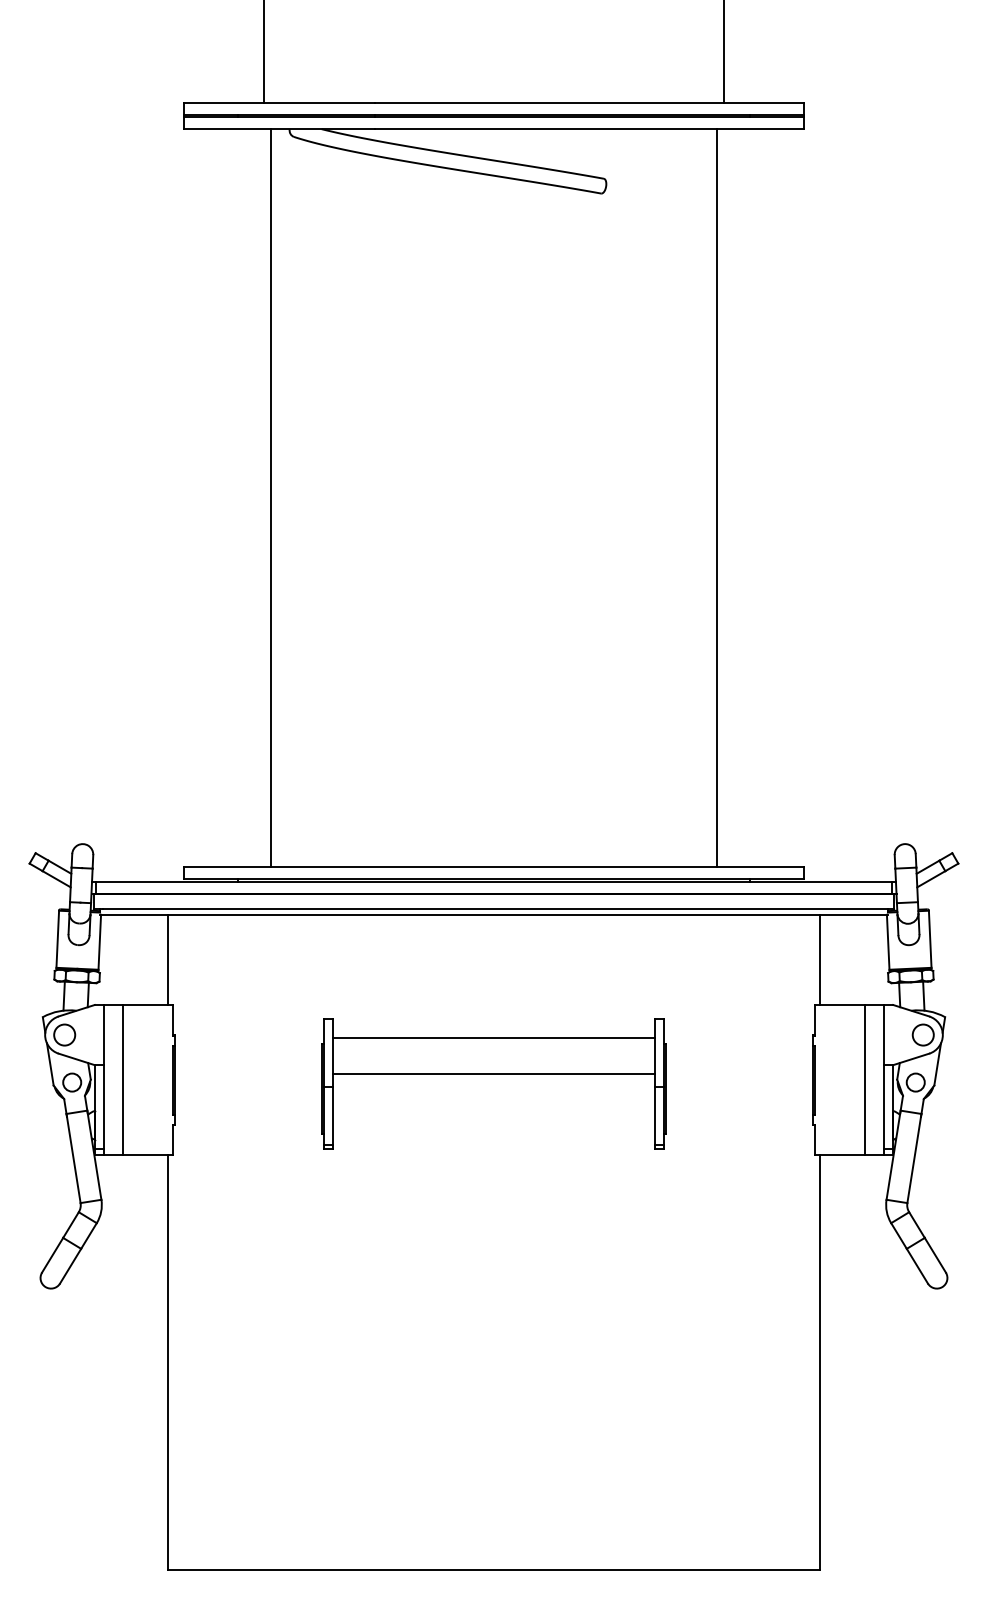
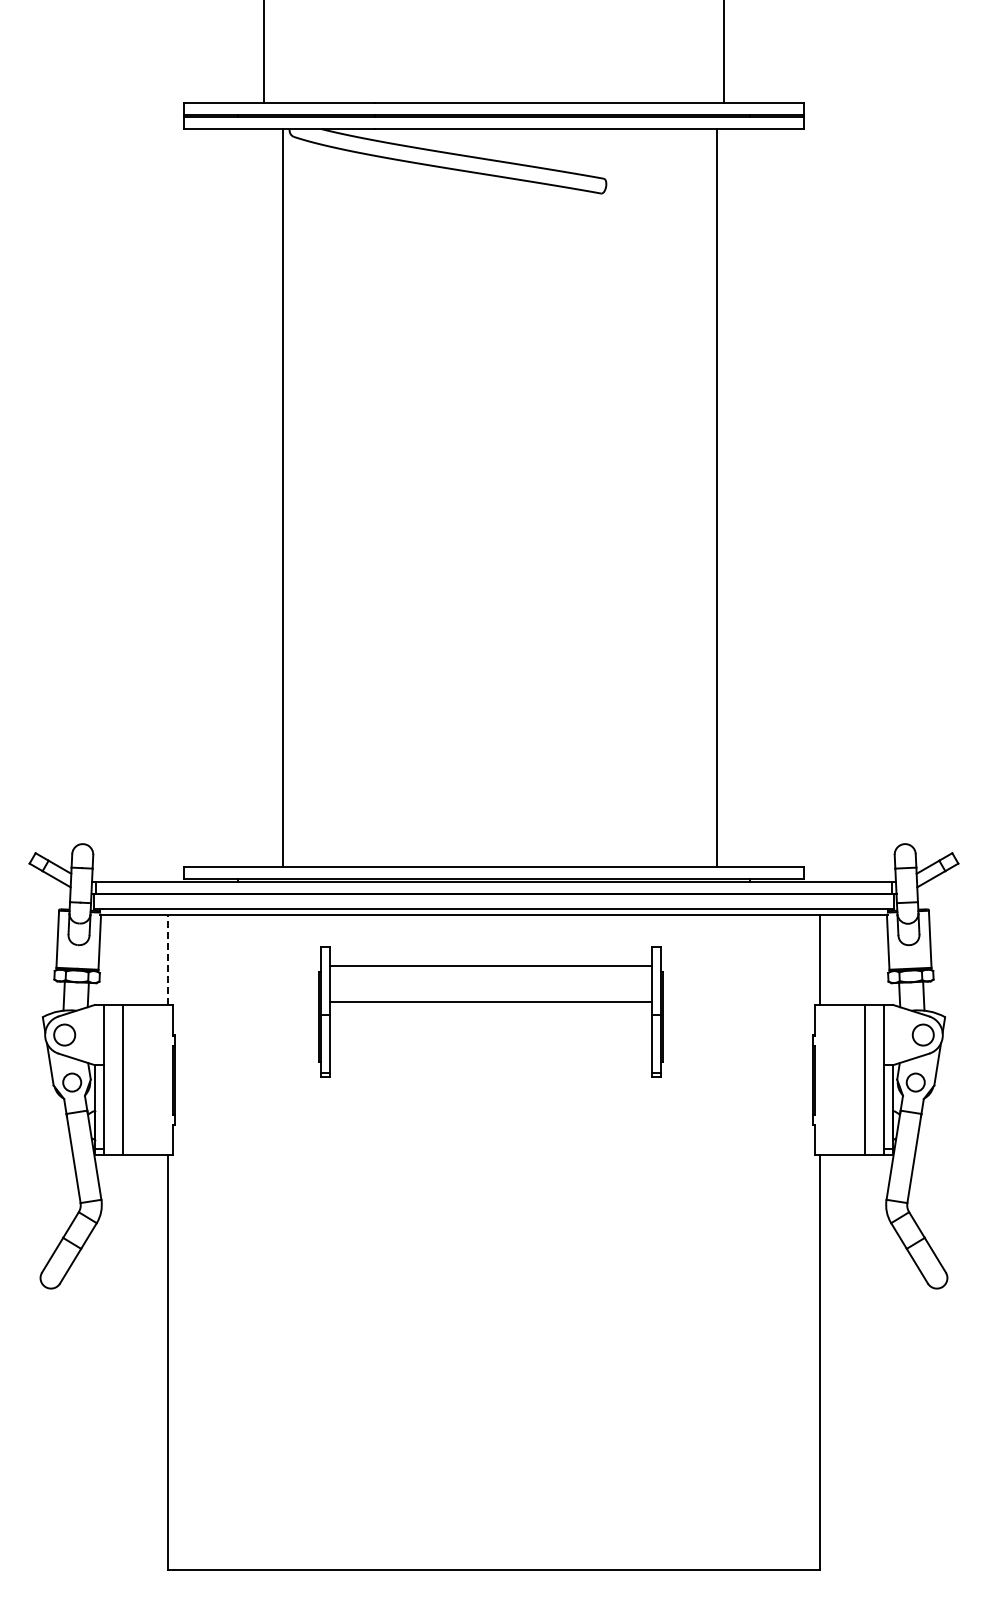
line at (271, 498) position: (271, 498) -> (283, 498)
line at (167, 959): solid -> dashed
part at (493, 1074) position: (493, 1074) -> (490, 1002)
